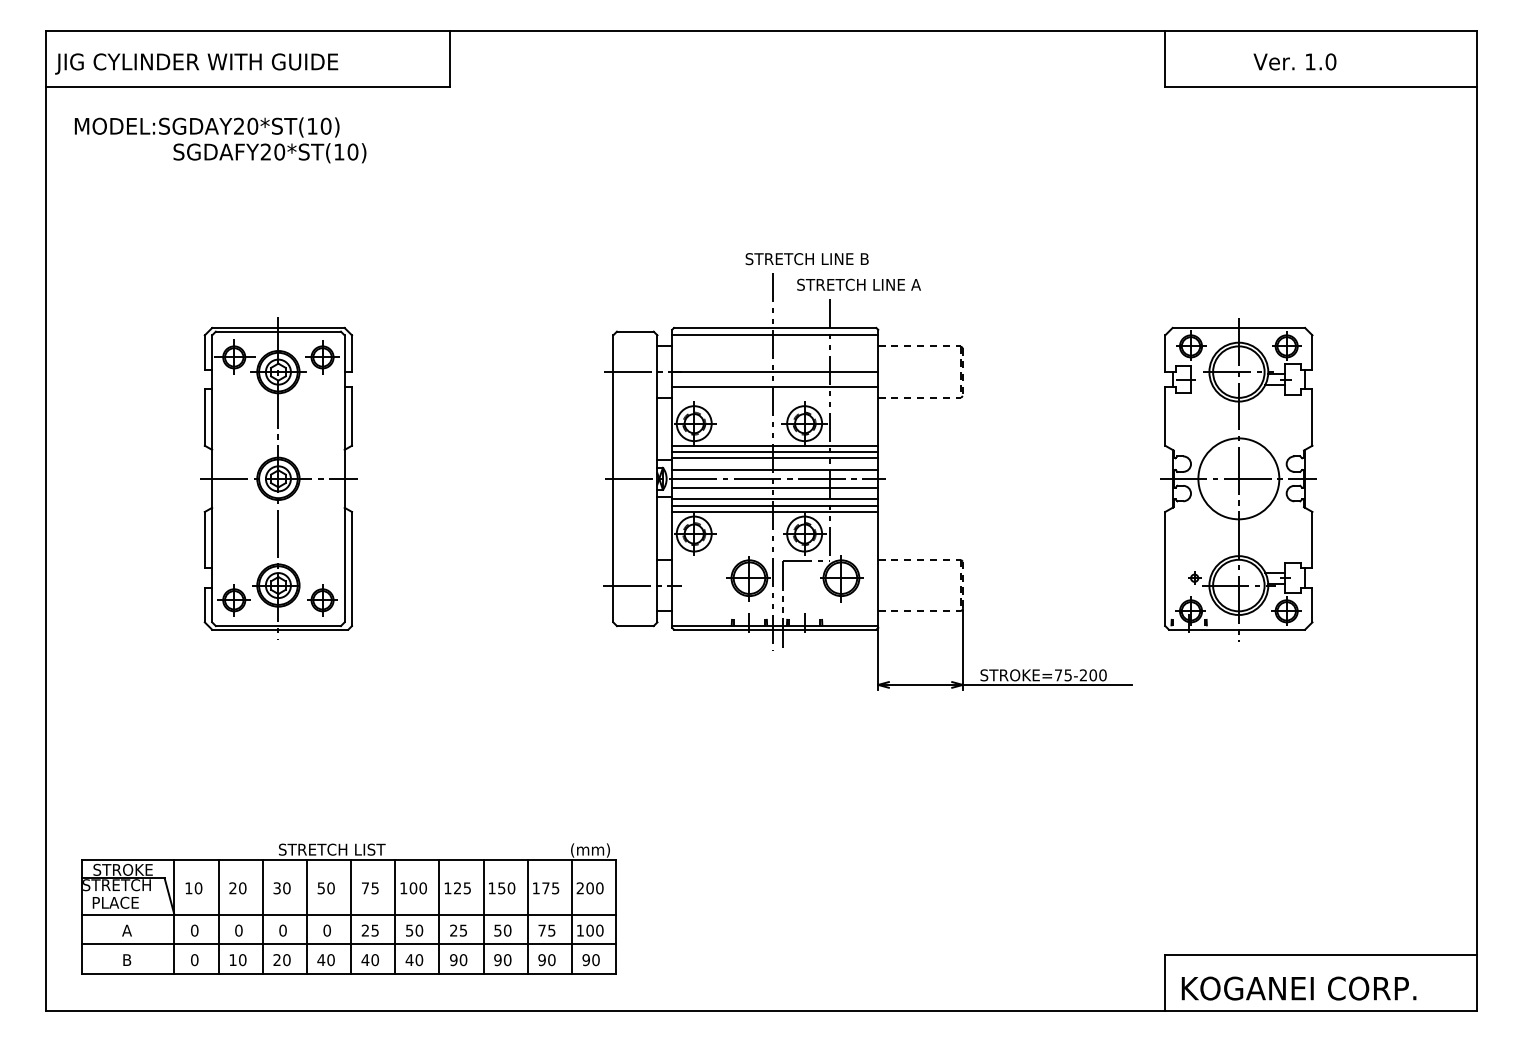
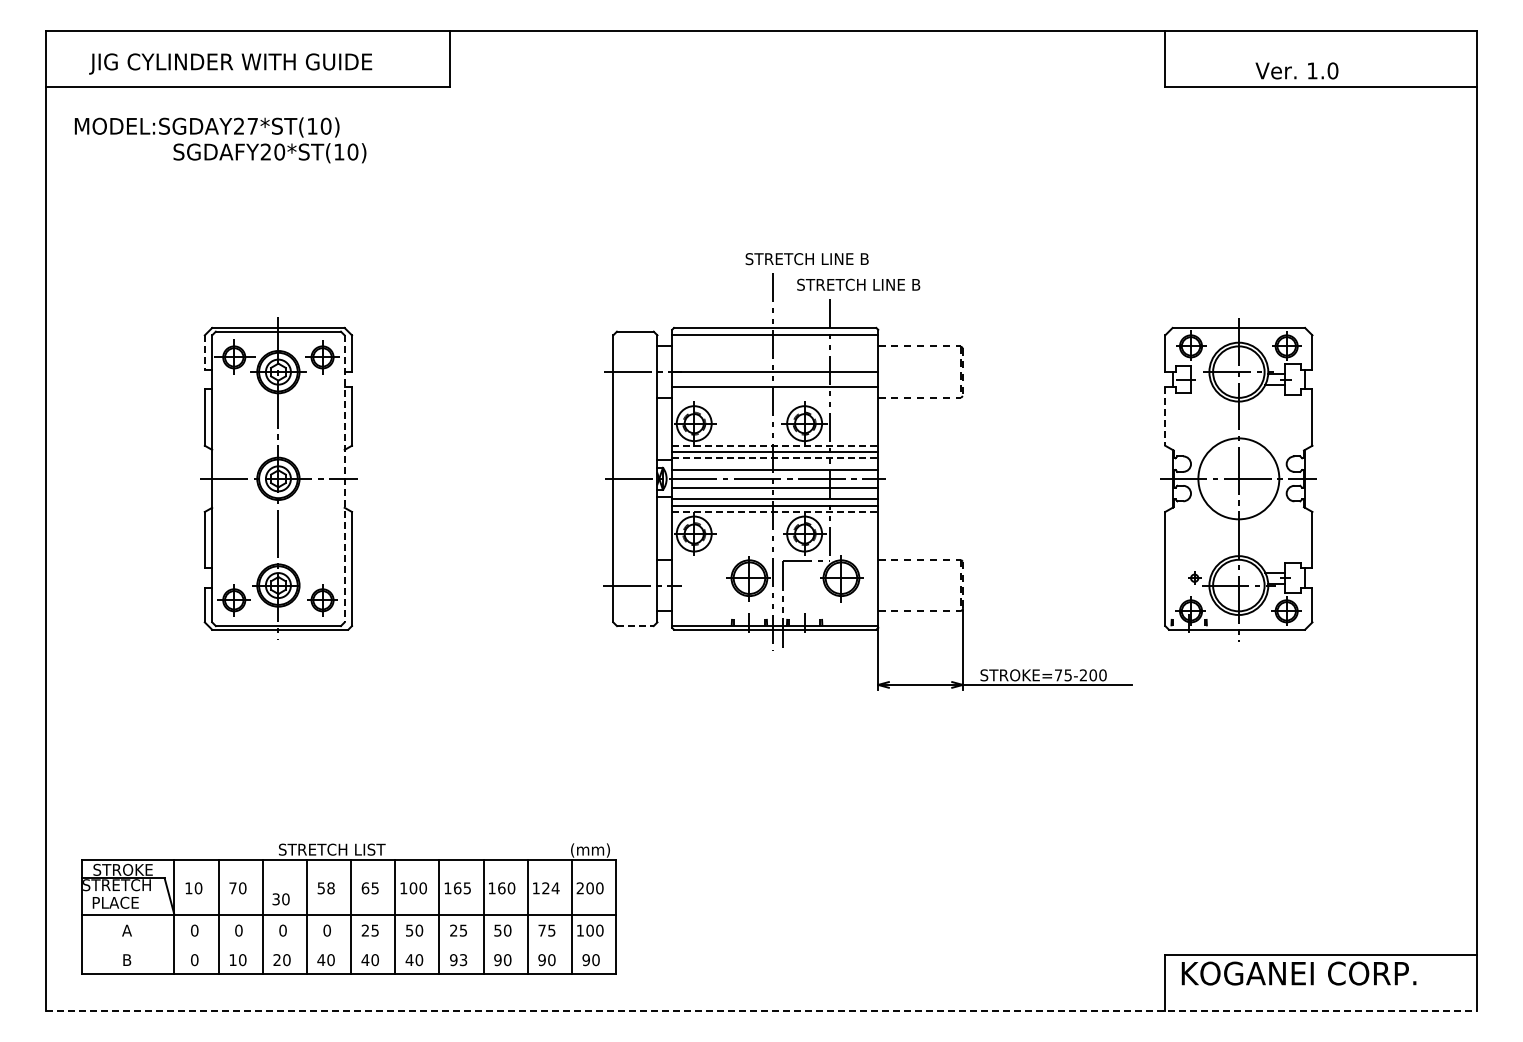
text at (1294, 61) position: (1294, 61) -> (1296, 70)
text at (196, 63) position: (196, 63) -> (230, 63)
text at (252, 125): MODEL:SGDAY20*ST(10) -> MODEL:SGDAY27*ST(10)
text at (915, 284): STRETCH LINE A -> STRETCH LINE B
line at (204, 353): solid -> dashed
line at (1165, 417): solid -> dashed
line at (775, 445): solid -> dashed
line at (775, 458): solid -> dashed
line at (344, 478): solid -> dashed
line at (775, 511): solid -> dashed
line at (635, 626): solid -> dashed
text at (232, 888): 20 -> 70
text at (281, 888) position: (281, 888) -> (280, 899)
text at (330, 888): 50 -> 58
text at (365, 888): 75 -> 65
text at (457, 888): 125 -> 165
text at (501, 888): 150 -> 160
text at (550, 888): 175 -> 124
line at (349, 944): present -> none
text at (463, 960): 90 -> 93
text at (1298, 988) position: (1298, 988) -> (1298, 973)
line at (761, 1010): solid -> dashed
